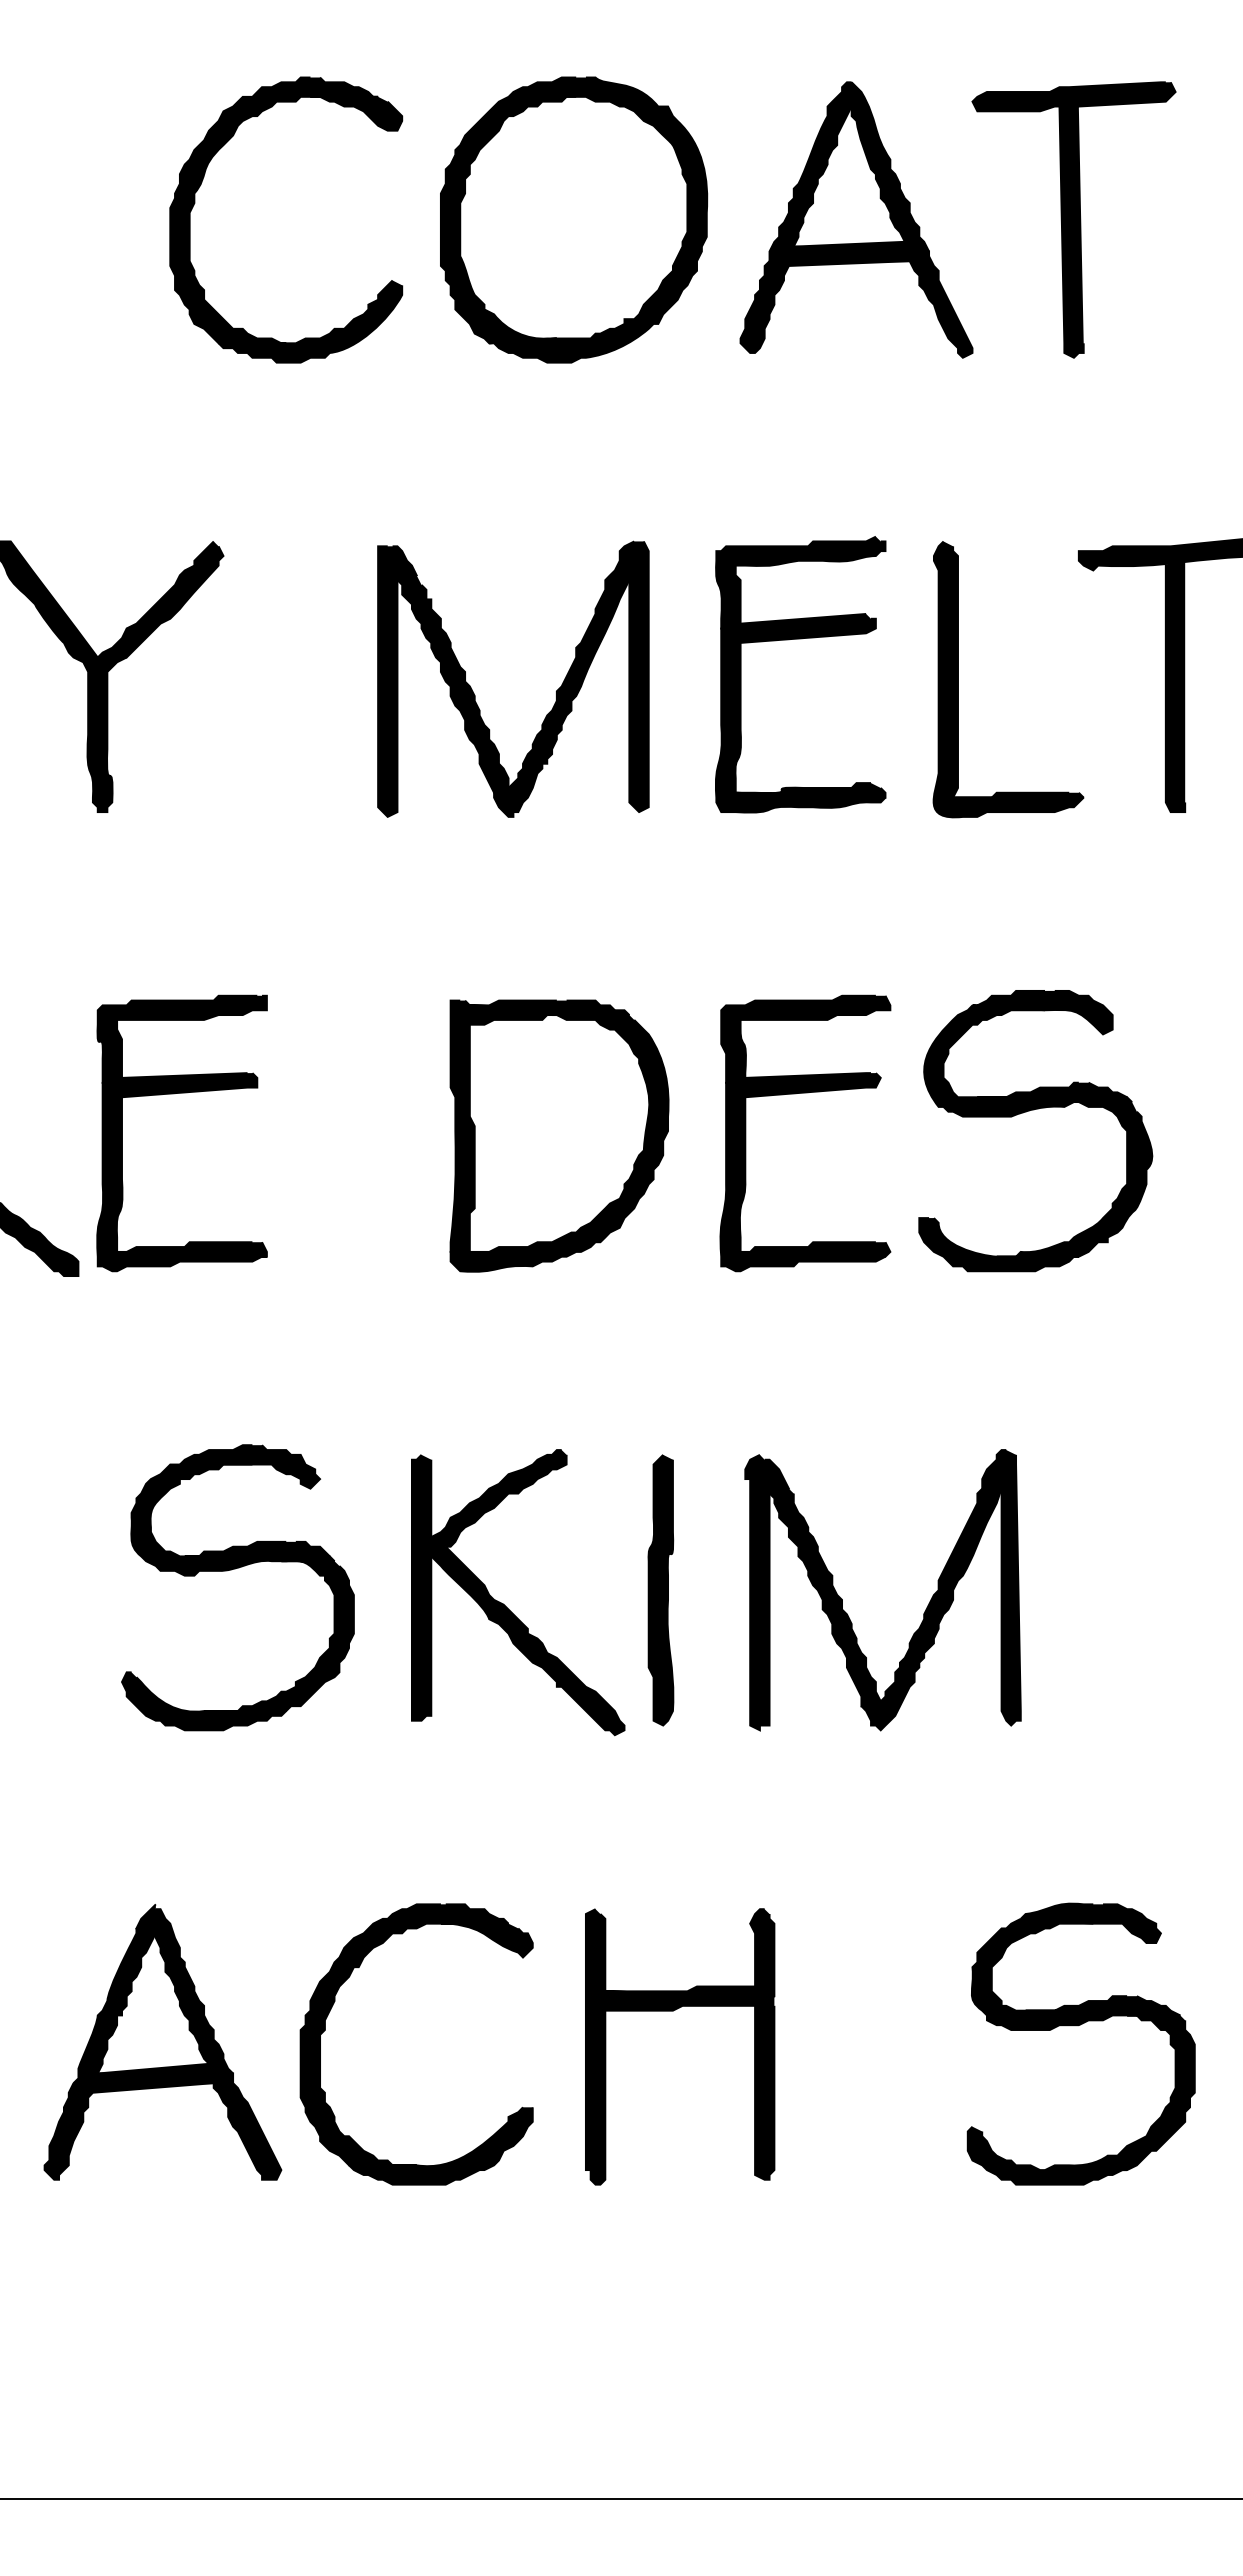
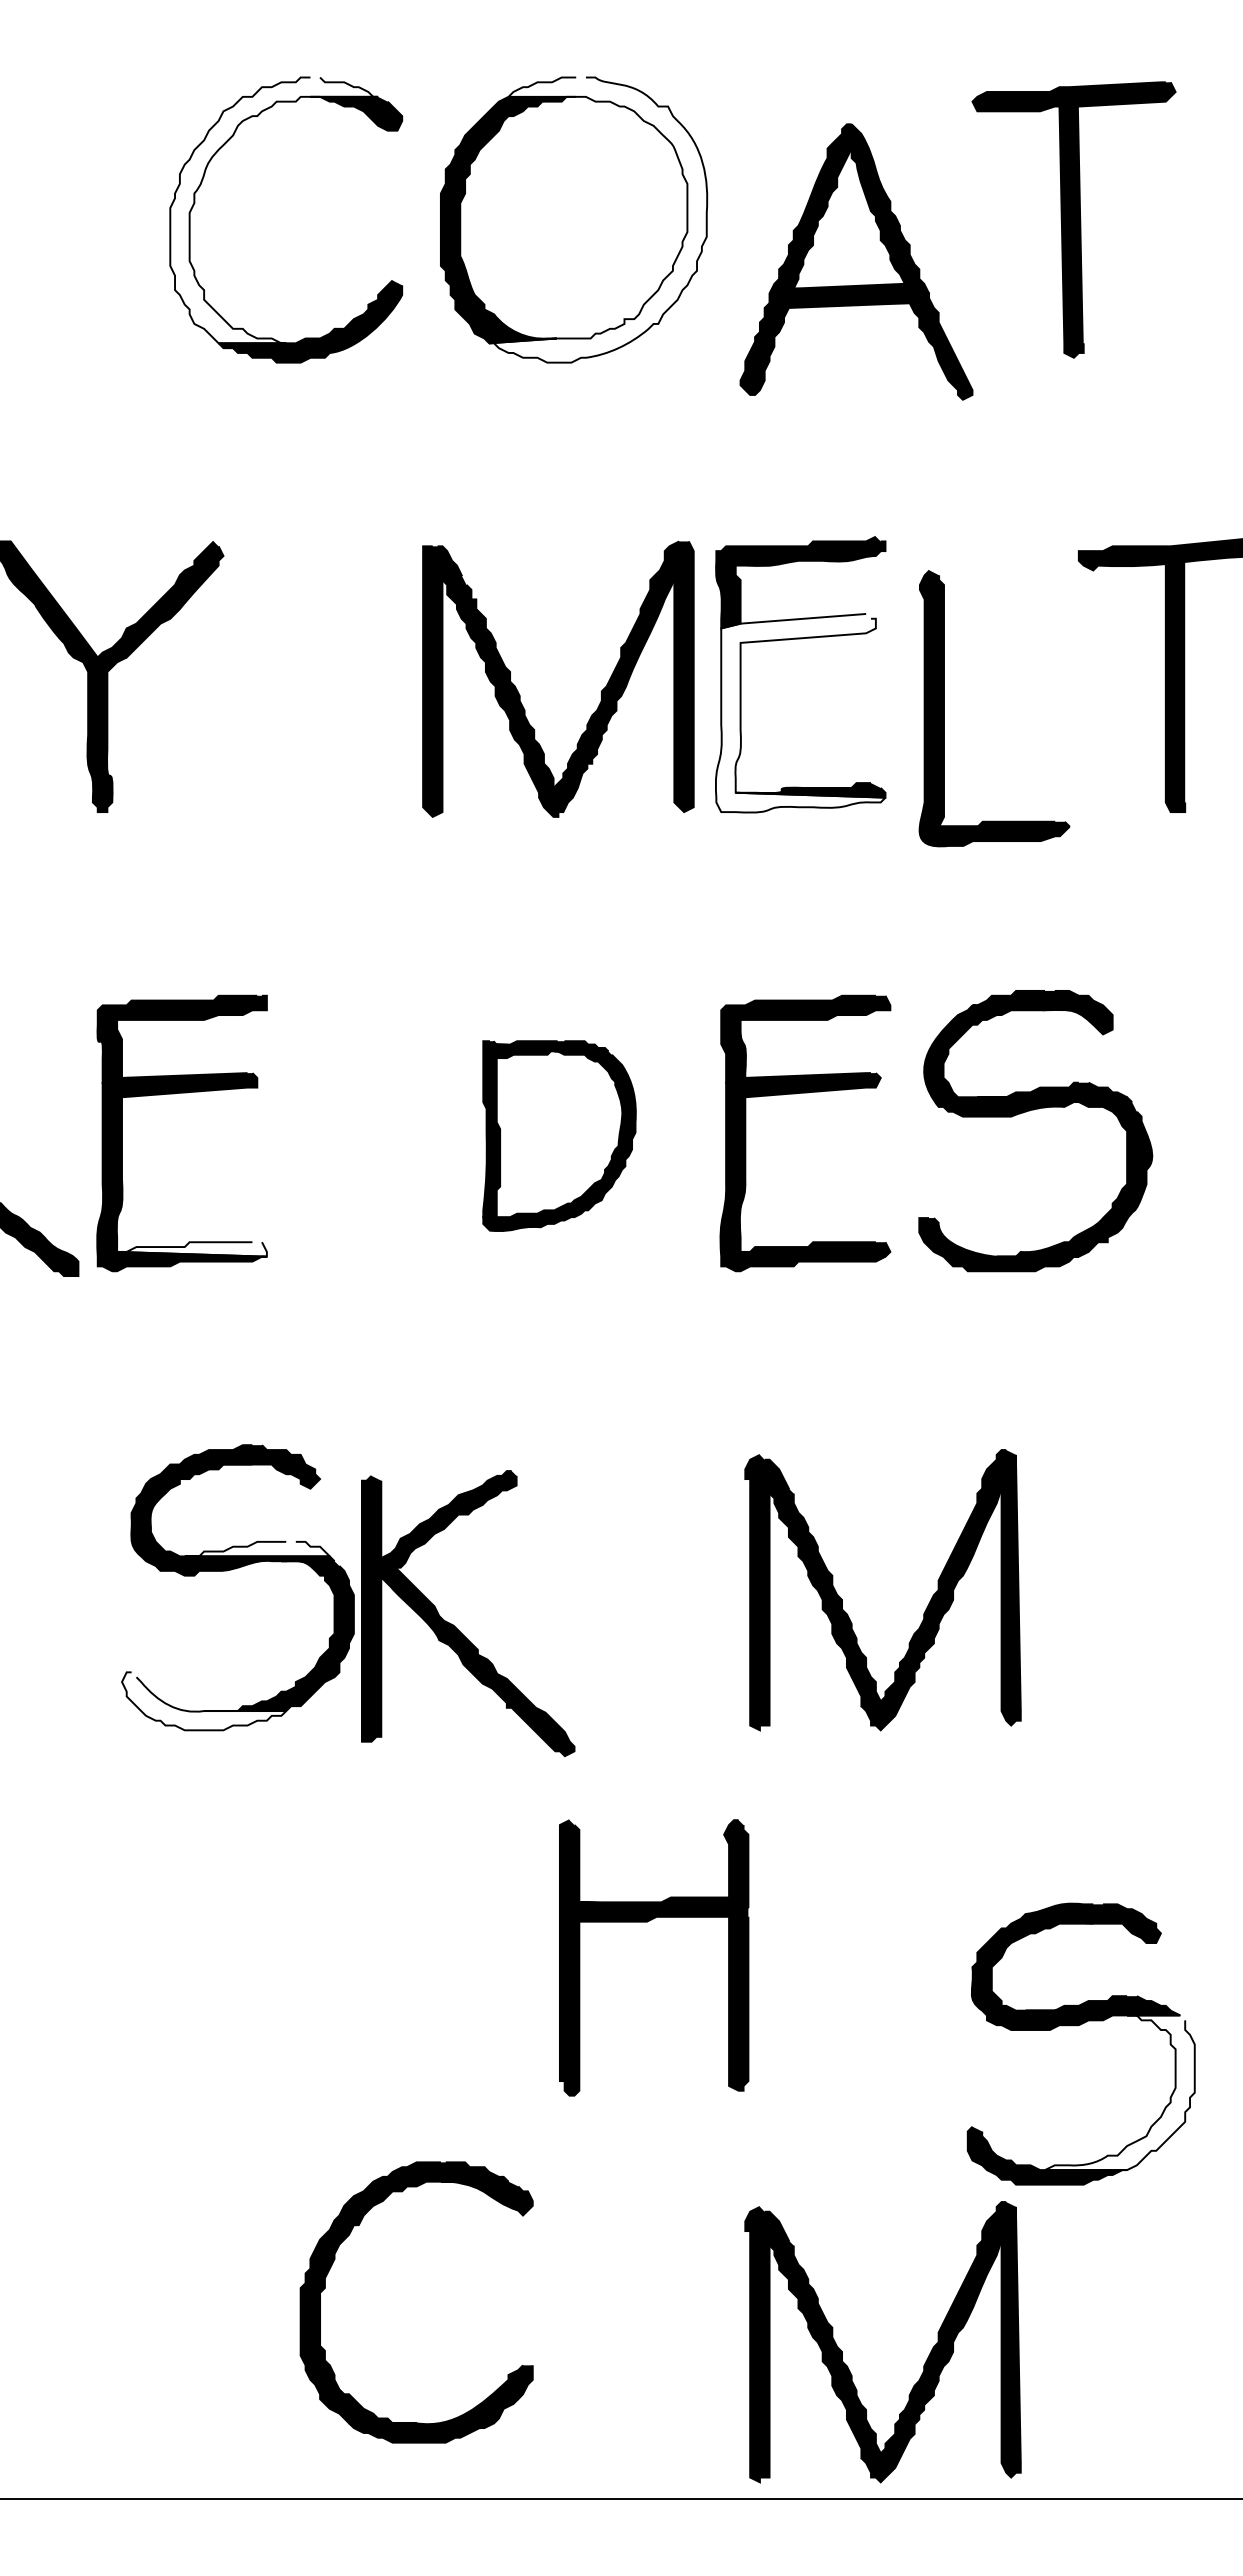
fill at (274, 210): present -> none
fill at (598, 219): present -> none
part at (856, 219) position: (856, 219) -> (856, 261)
part at (958, 679) position: (958, 679) -> (944, 708)
part at (475, 695) position: (475, 695) -> (520, 695)
fill at (800, 712): present -> none
part at (559, 1135) size: 221x274 px -> 155x192 px
fill at (191, 1249): present -> none
fill at (256, 1548): present -> none
part at (660, 1590): present -> none
part at (505, 1605) position: (505, 1605) -> (455, 1626)
fill at (204, 1701): present -> none
part at (334, 2003) position: (334, 2003) -> (334, 2261)
part at (673, 2011) position: (673, 2011) -> (647, 1922)
part at (162, 2042): present -> none
fill at (1119, 2092): present -> none
part at (842, 2350): none -> present
